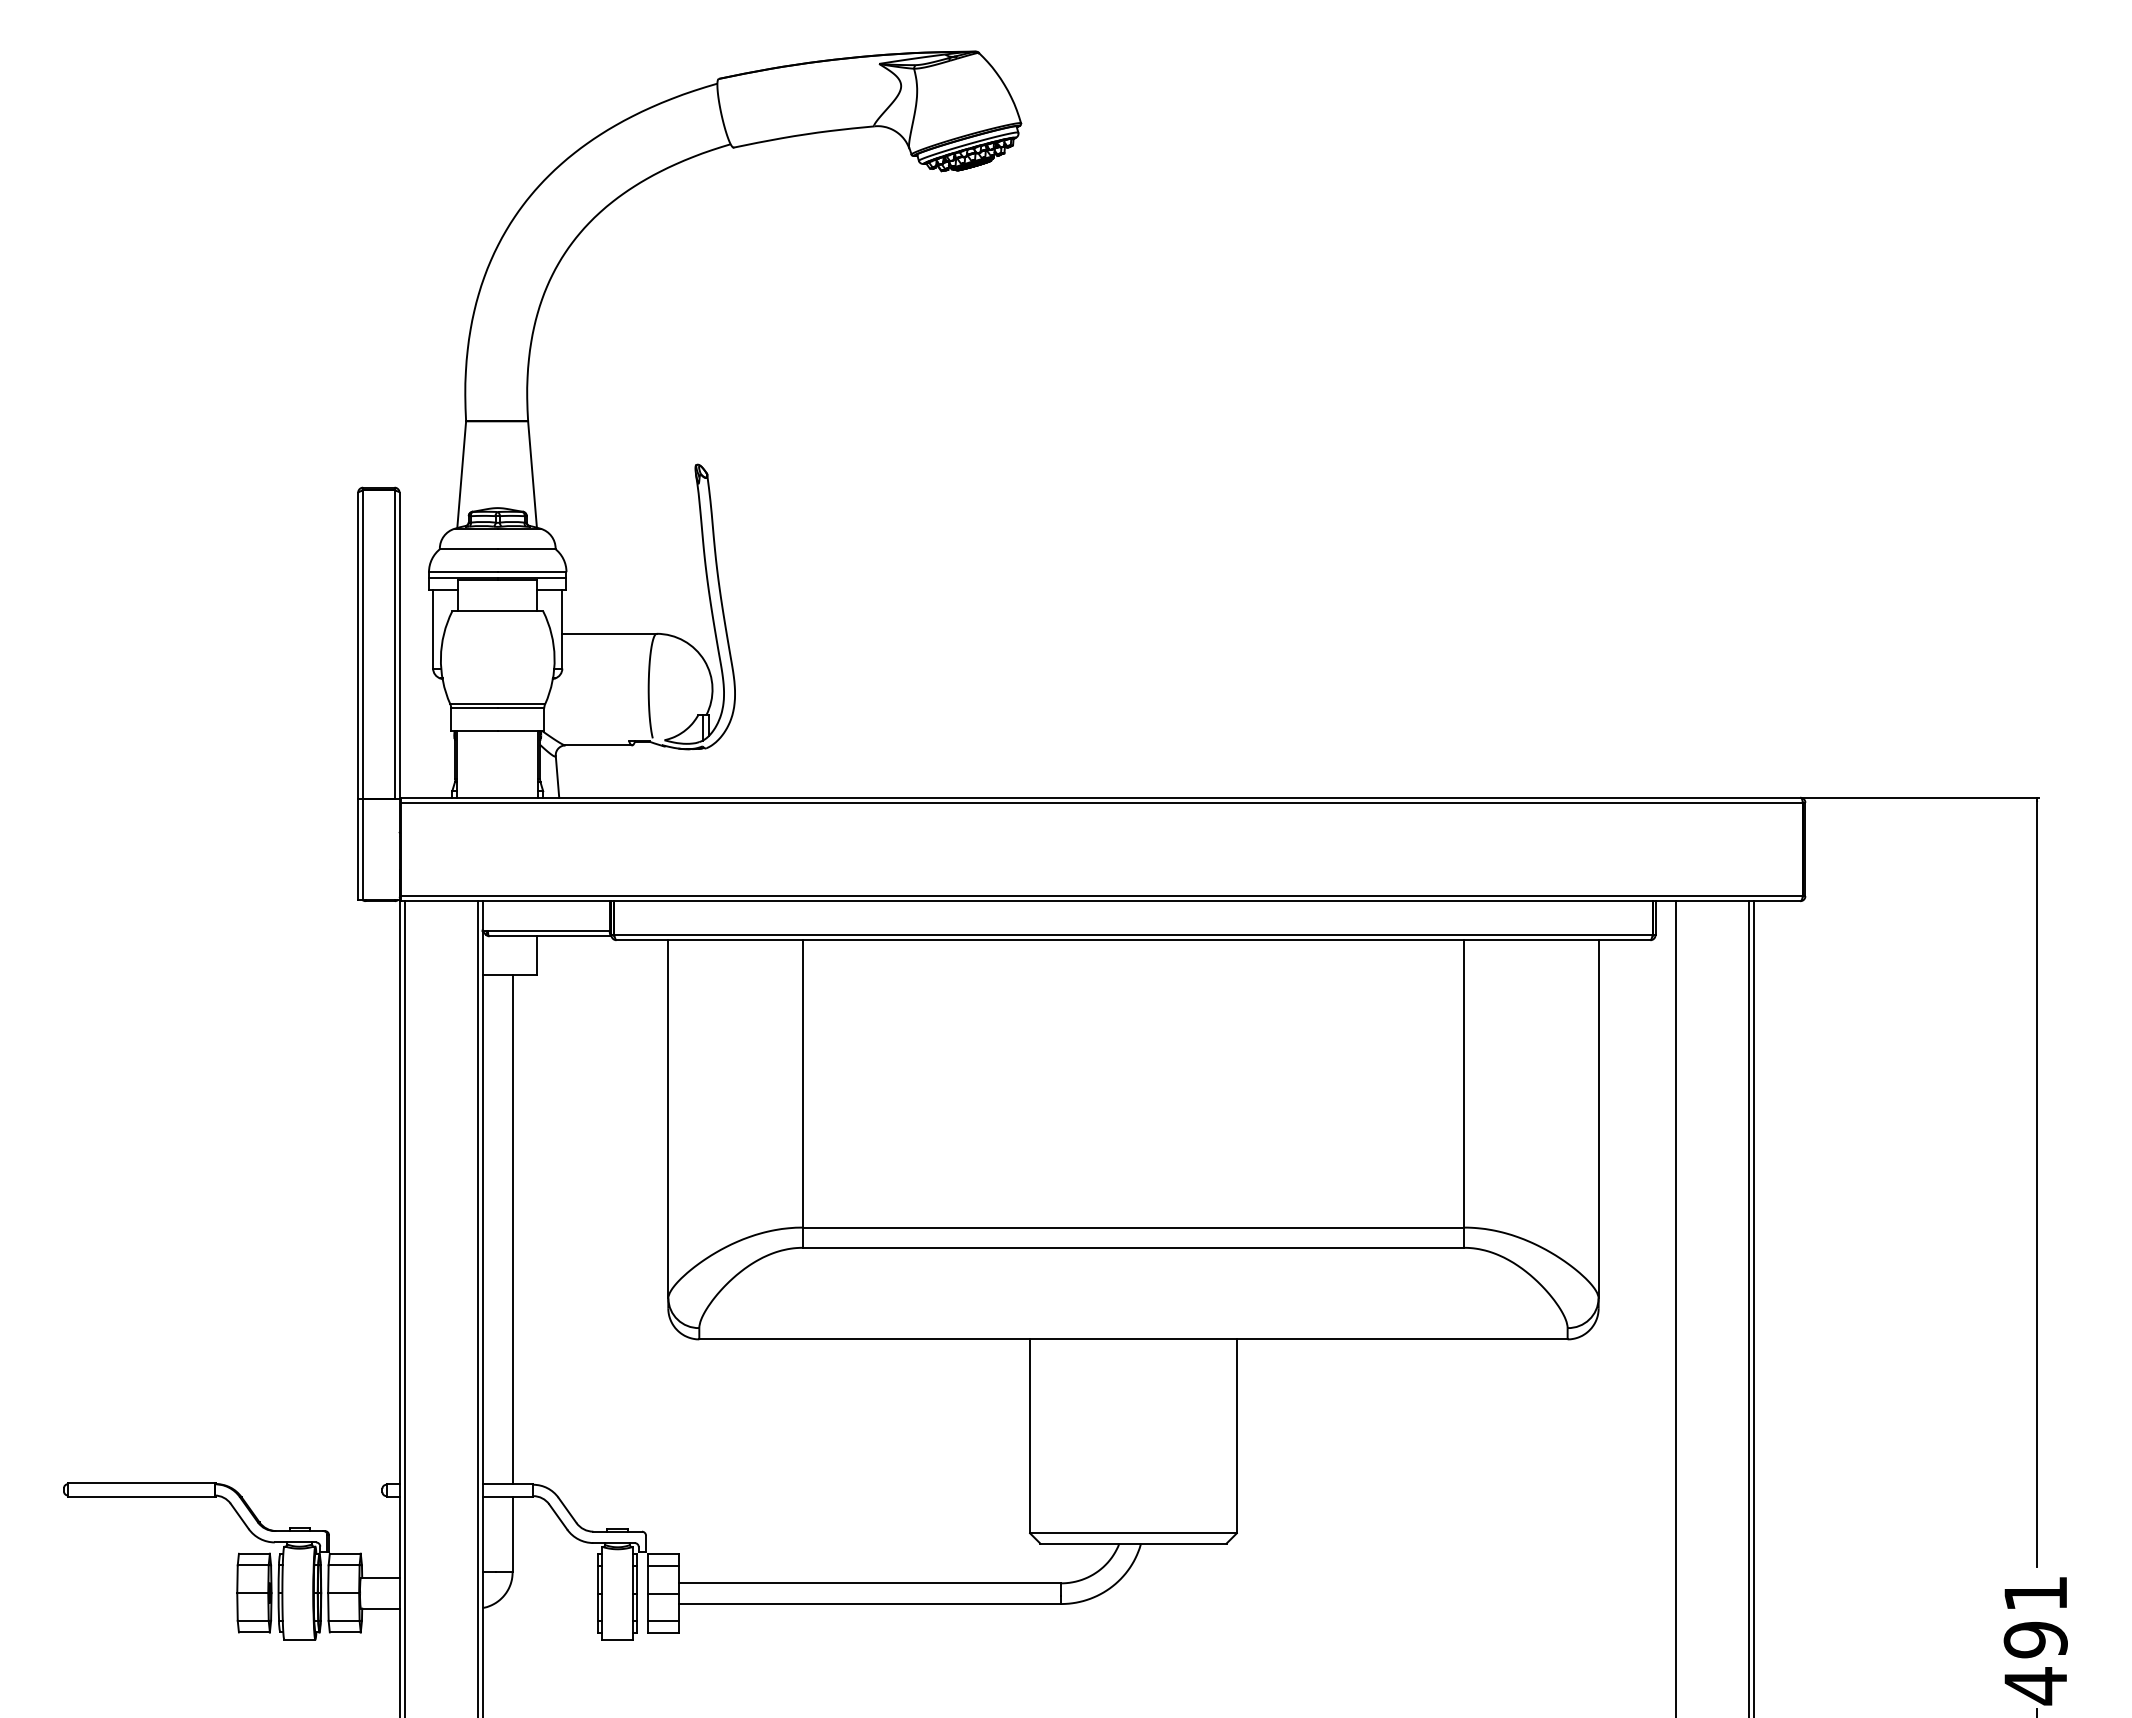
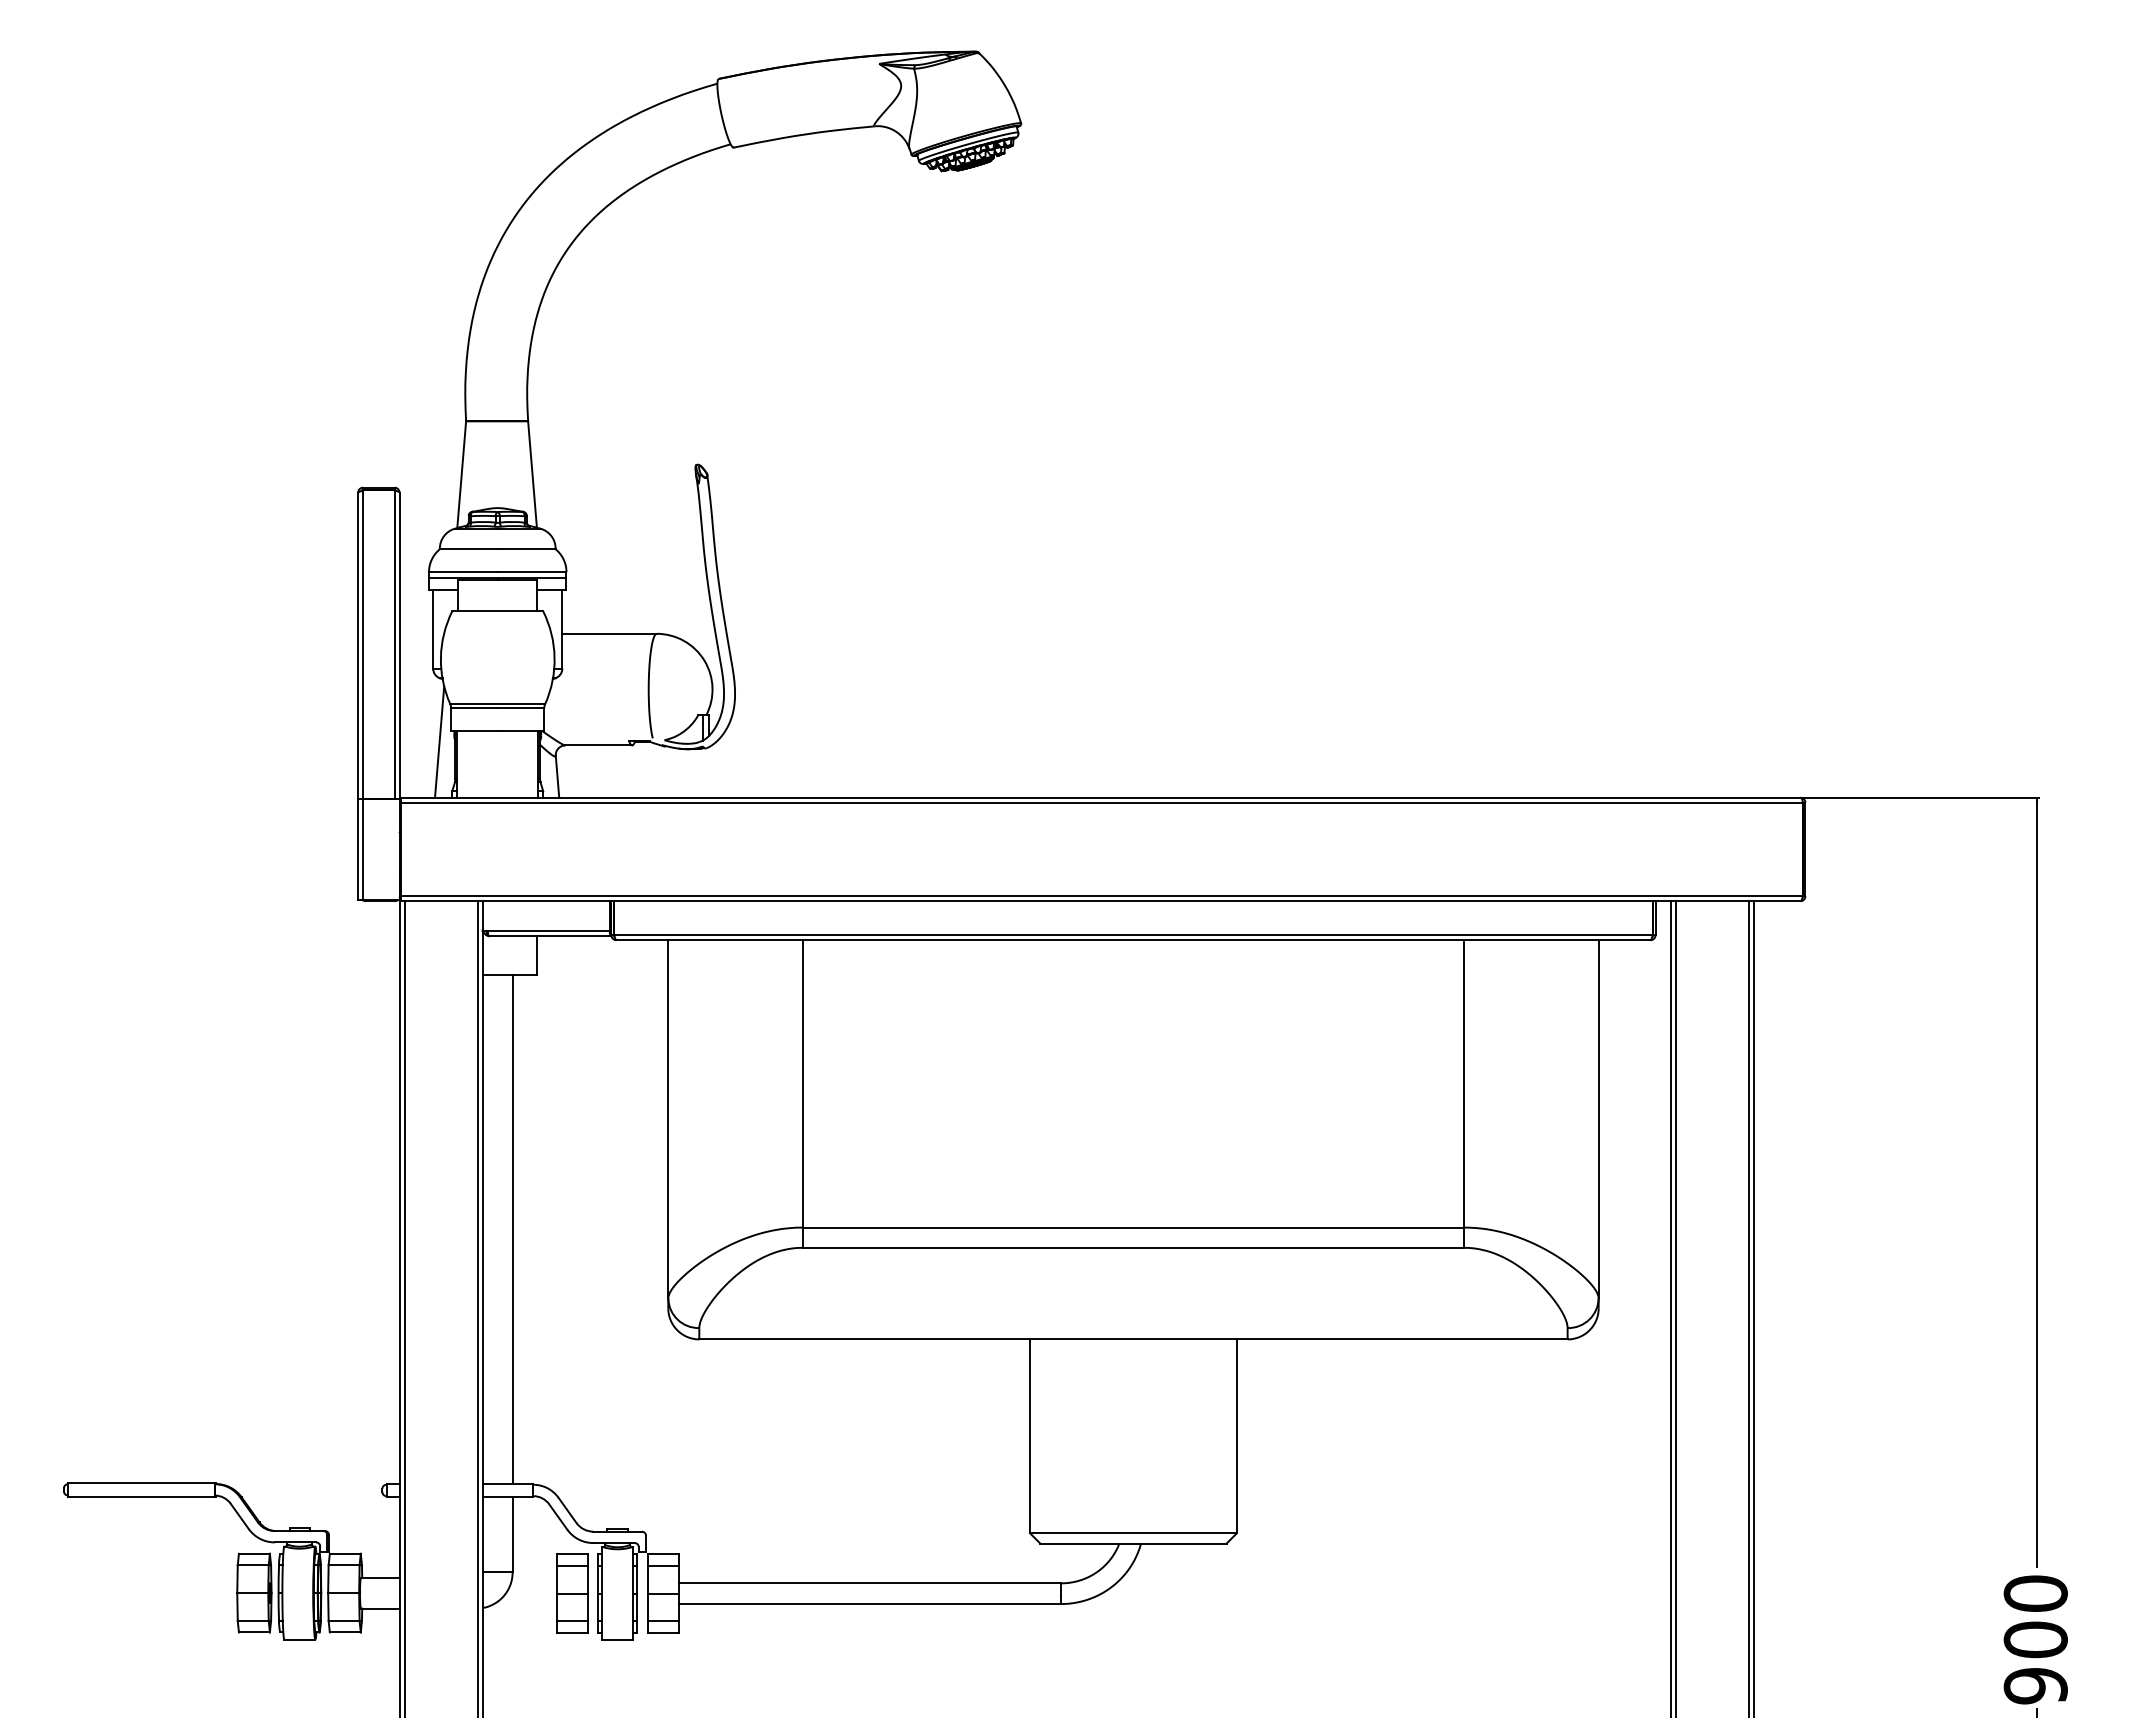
line at (439, 741): none -> present
line at (1671, 1307): none -> present
part at (572, 1593): none -> present
text at (2035, 1640): 491 -> 900
